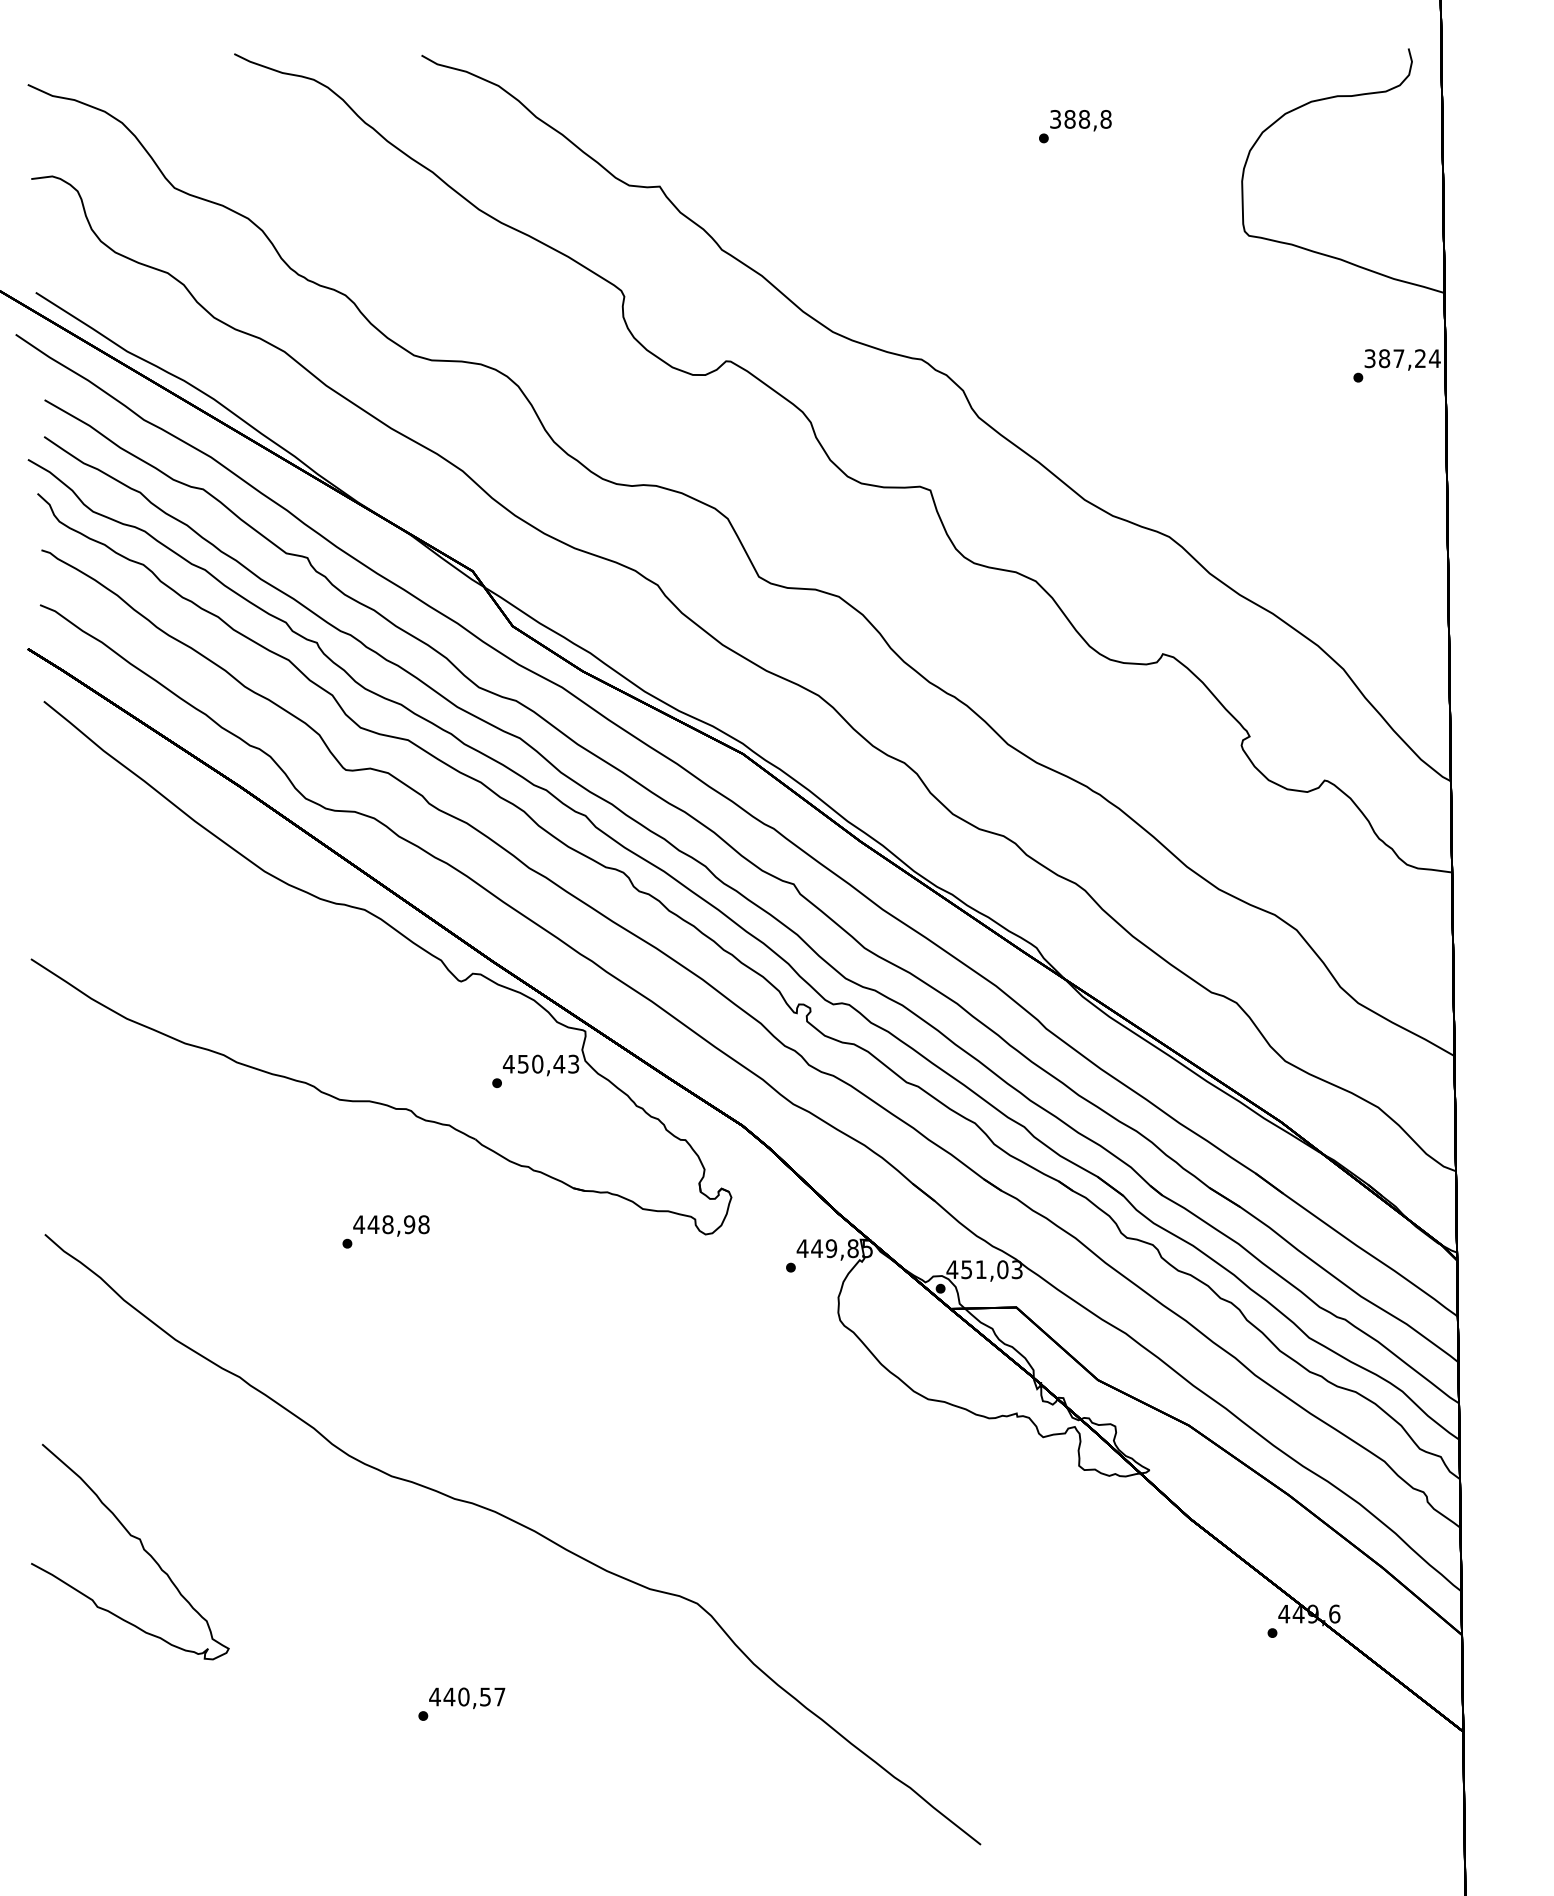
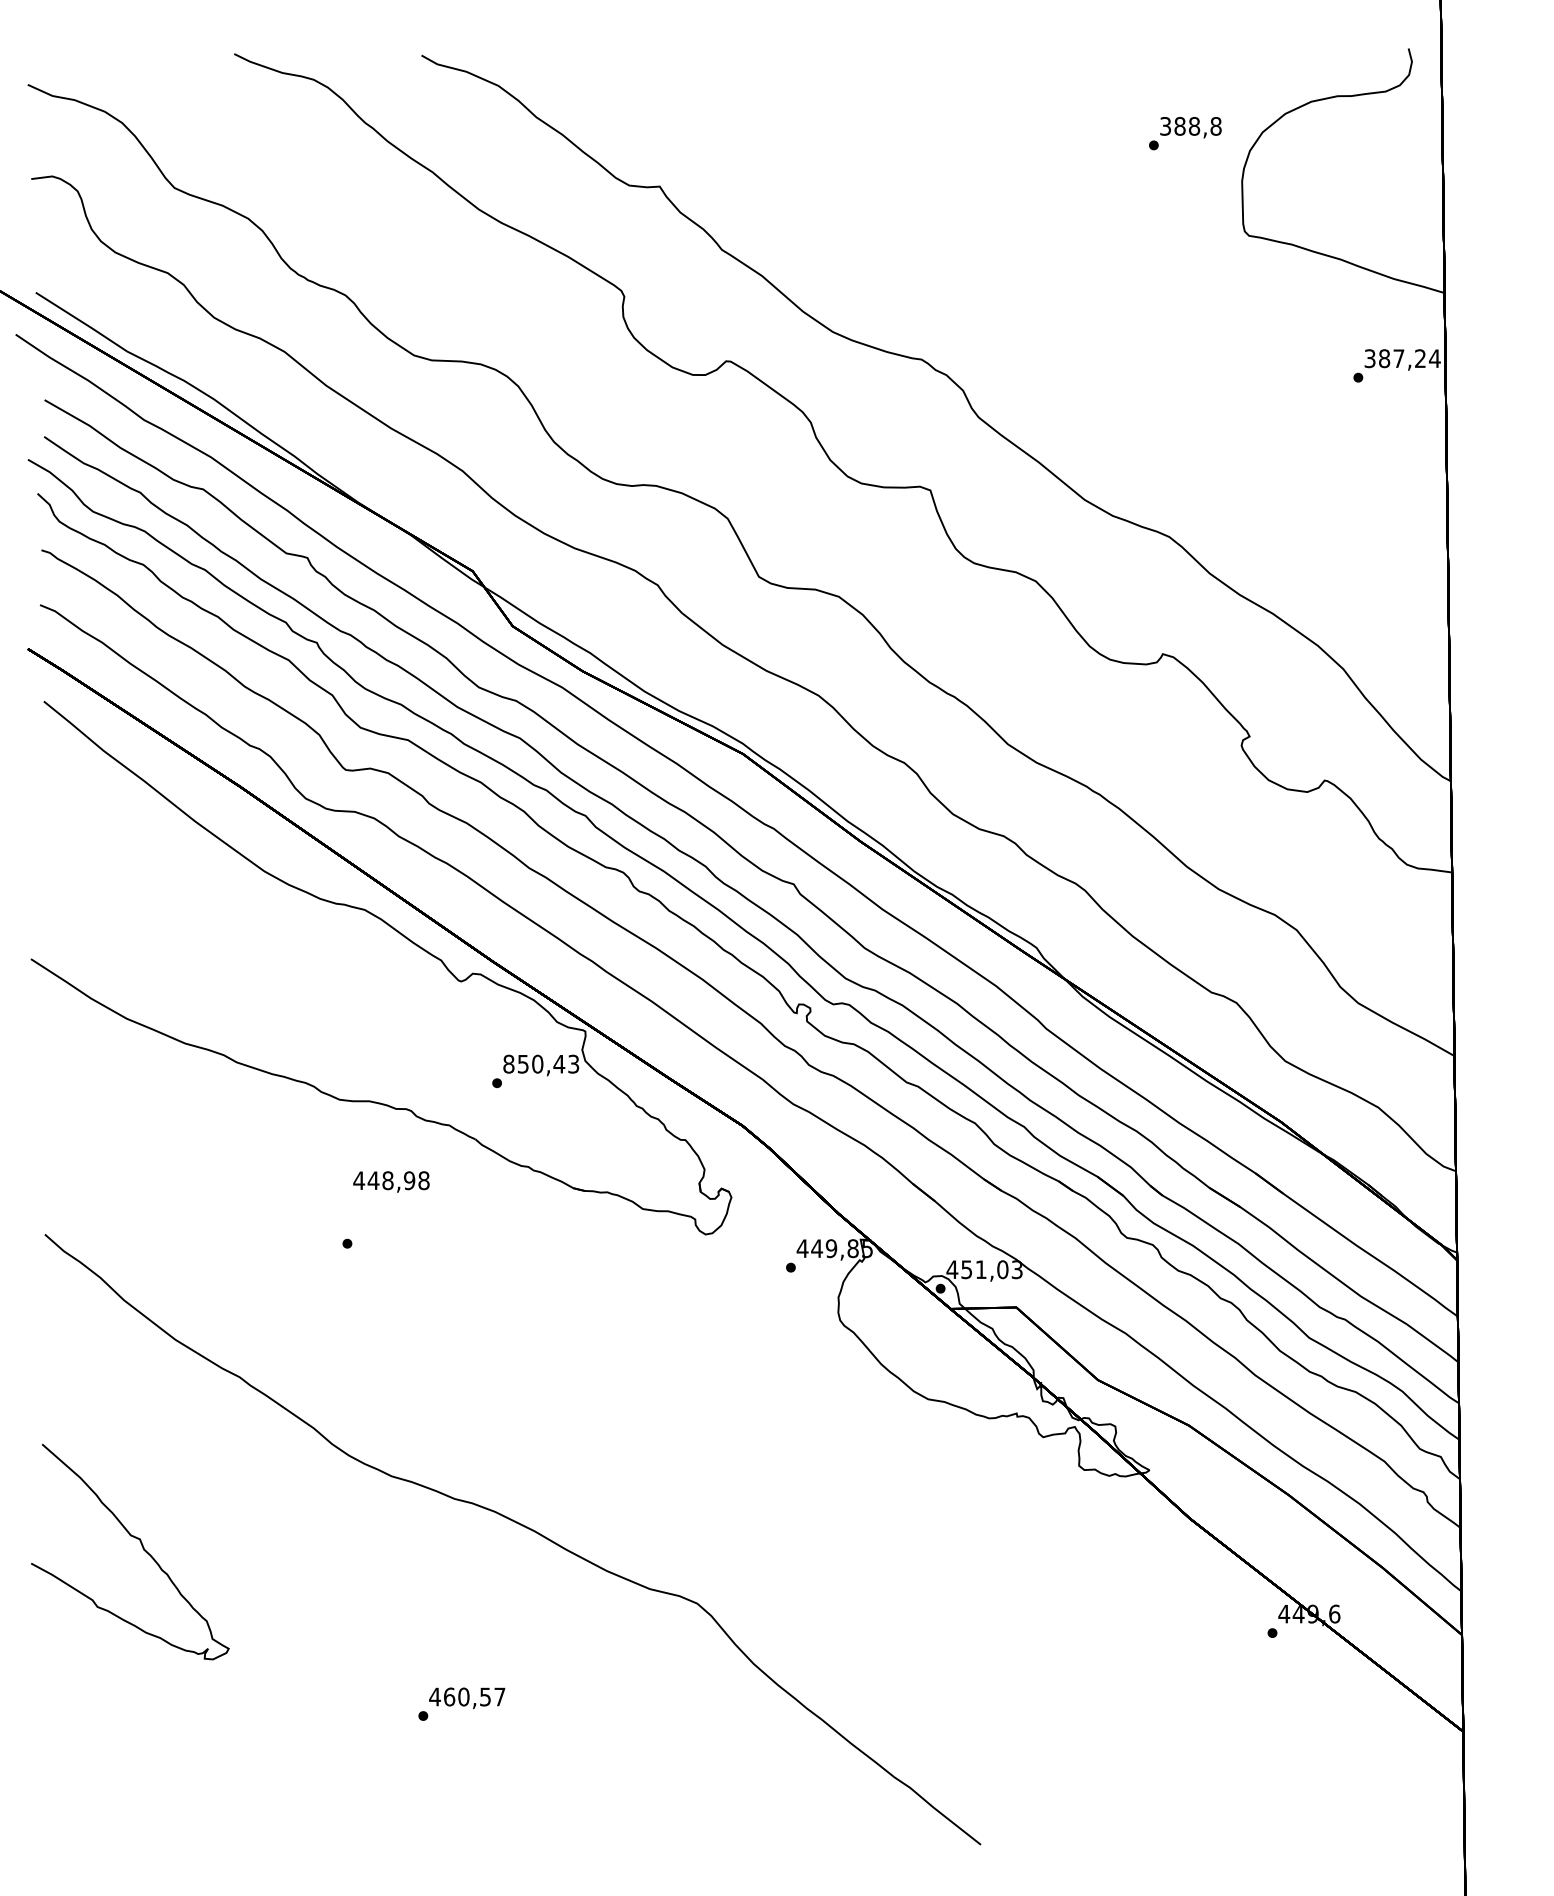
text at (1075, 126) position: (1075, 126) -> (1185, 133)
text at (508, 1063): 450,43 -> 850,43
text at (391, 1225) position: (391, 1225) -> (391, 1181)
text at (449, 1696): 440,57 -> 460,57
